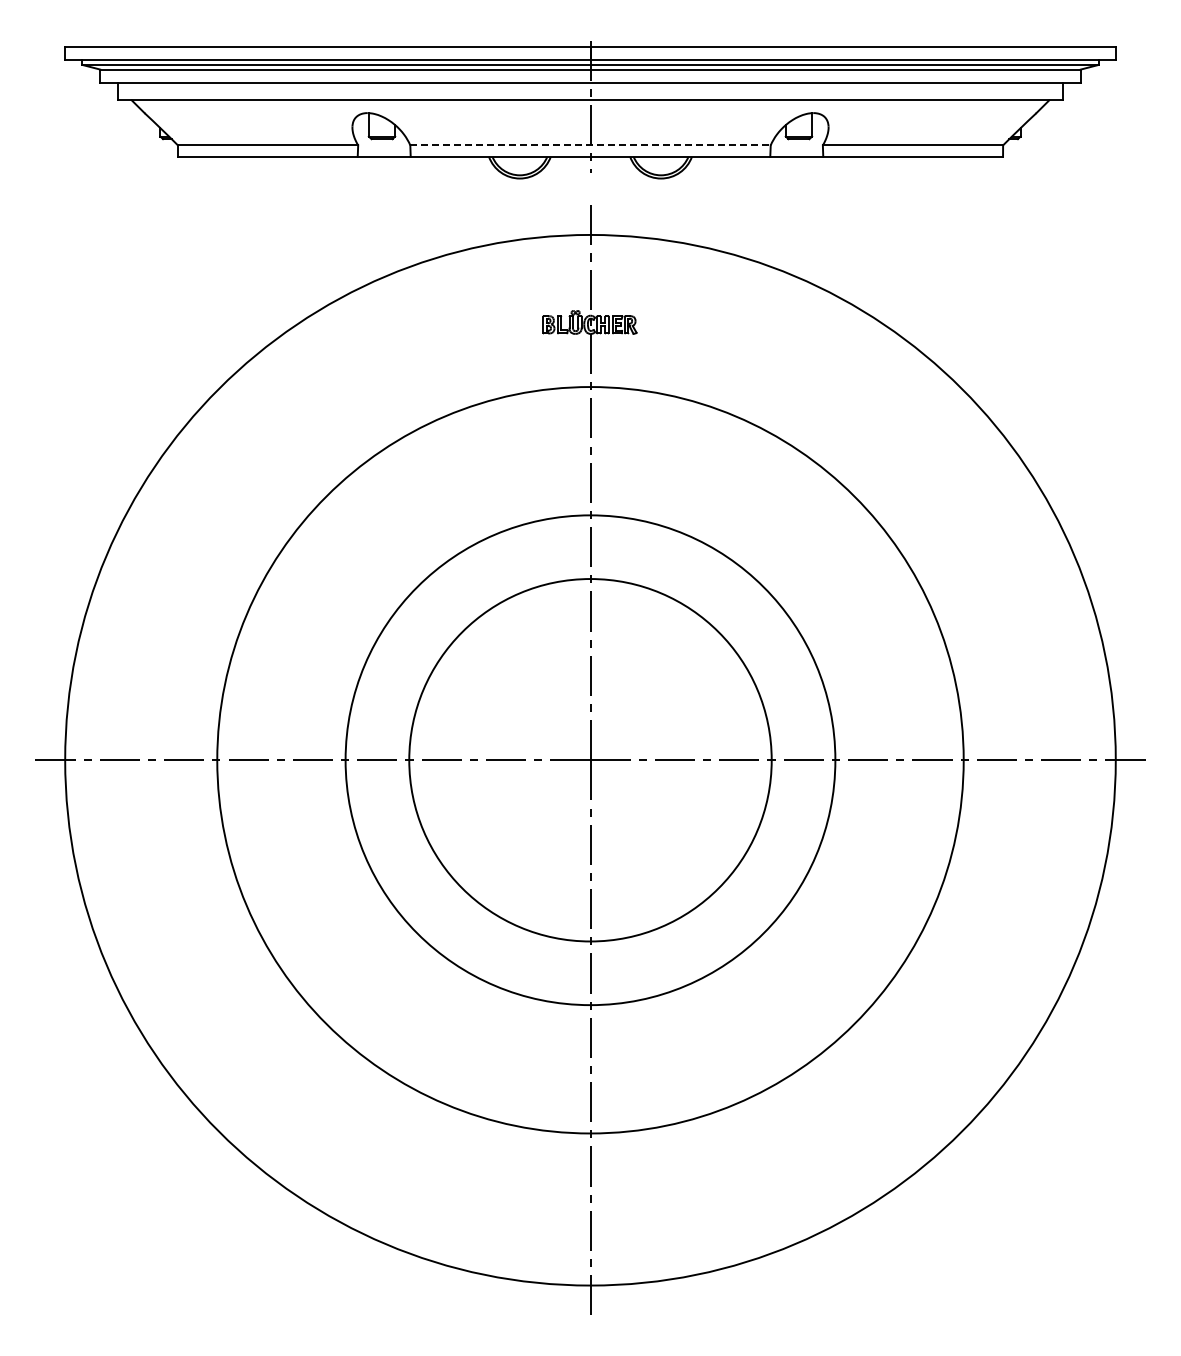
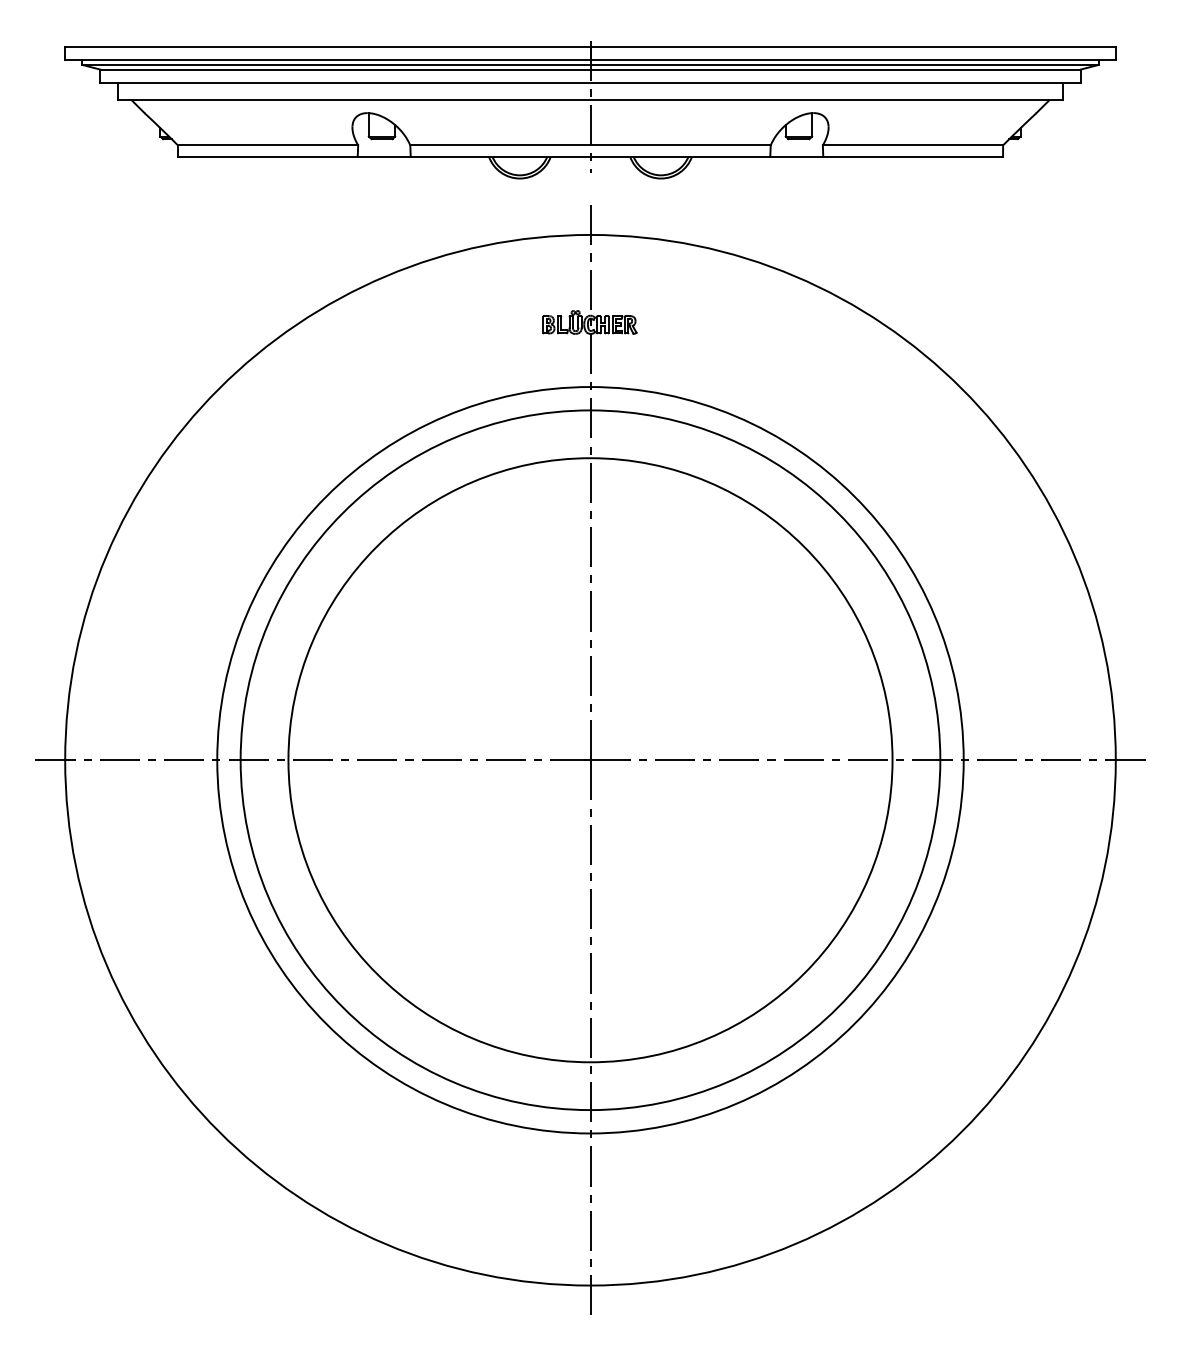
line at (591, 145): dashed -> solid
circle at (590, 760) diameter: 362 px -> 604 px
circle at (590, 760) diameter: 490 px -> 700 px
